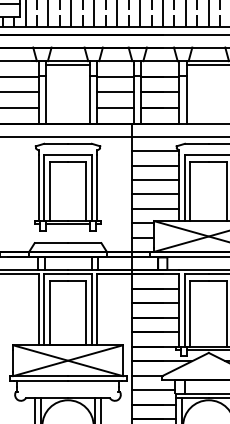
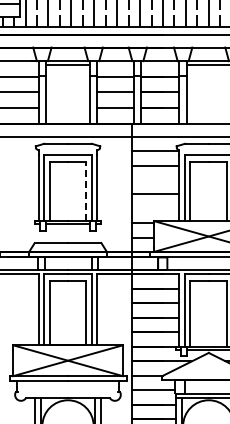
line at (155, 180): present -> none
line at (86, 191): solid -> dashed
line at (155, 208): present -> none
